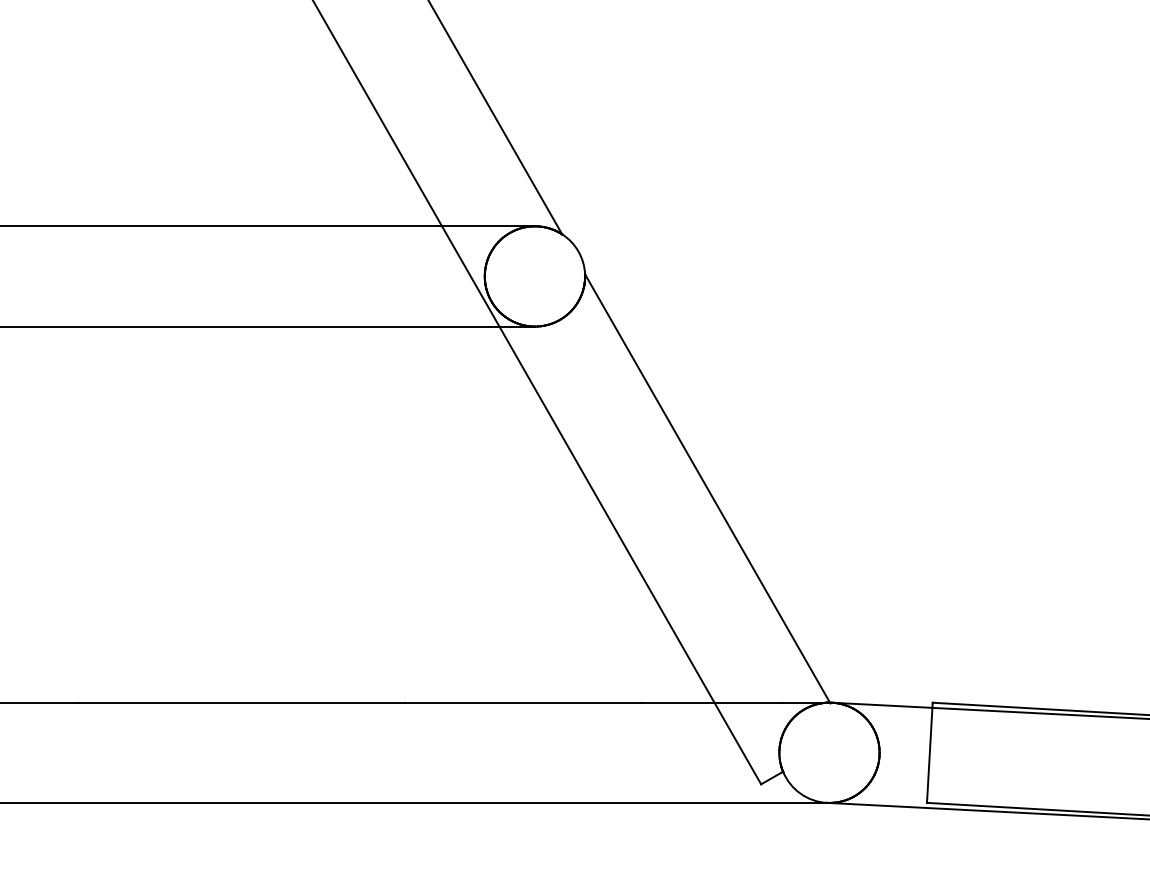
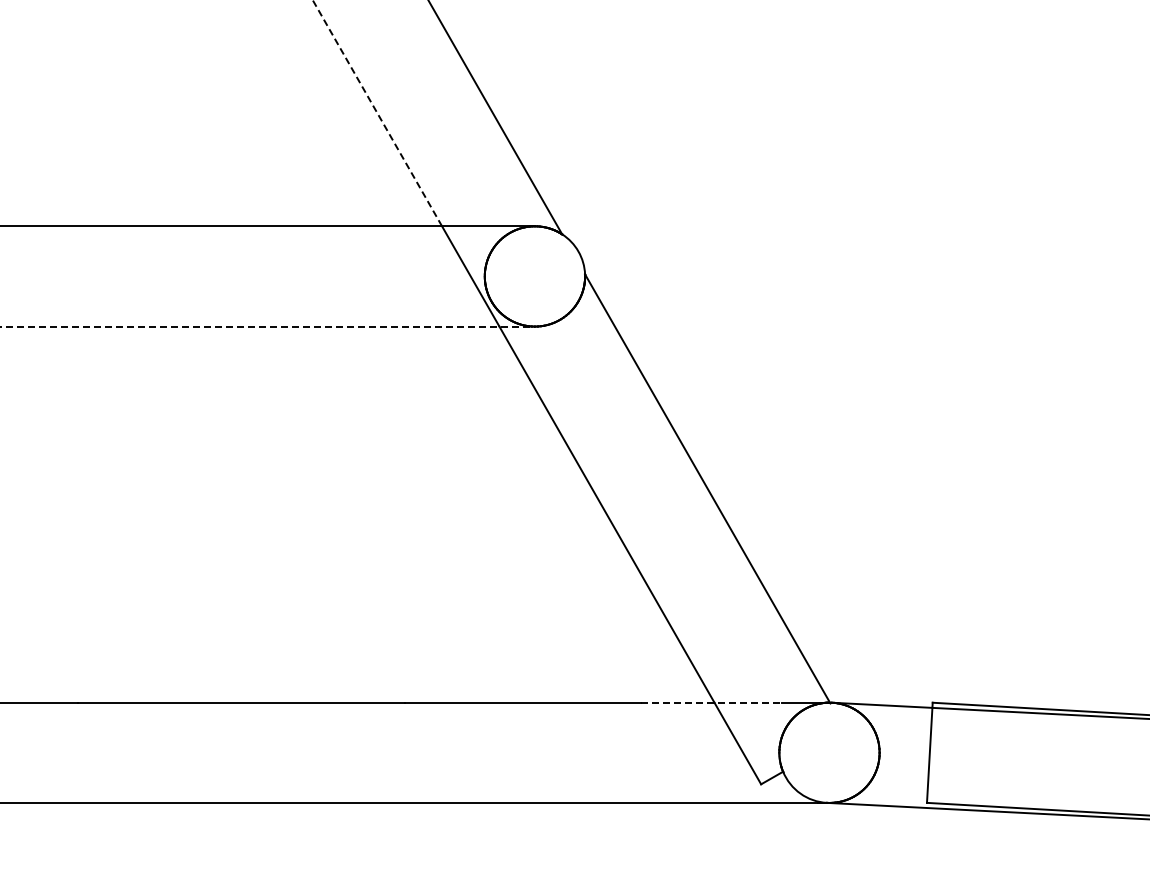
line at (377, 112): solid -> dashed
line at (267, 326): solid -> dashed
line at (711, 702): solid -> dashed
